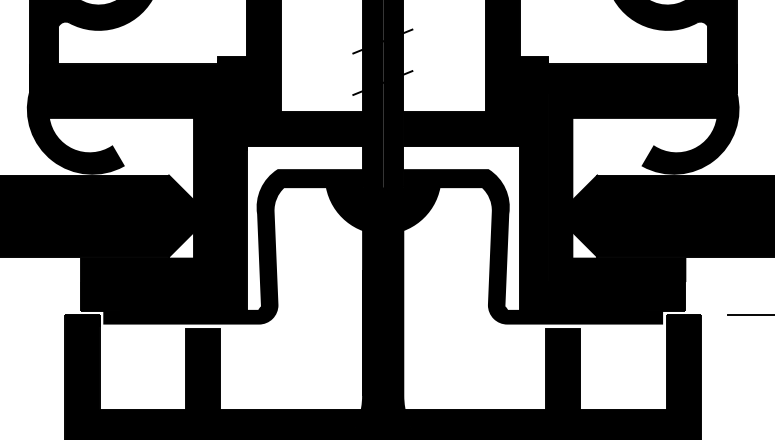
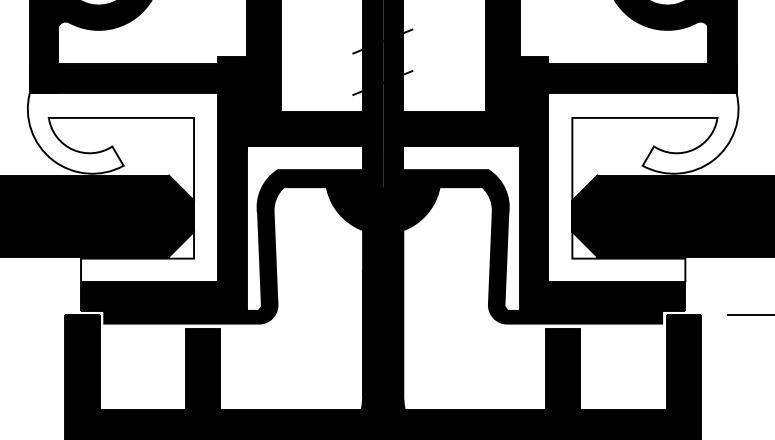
fill at (122, 187): present -> none
fill at (643, 187): present -> none
